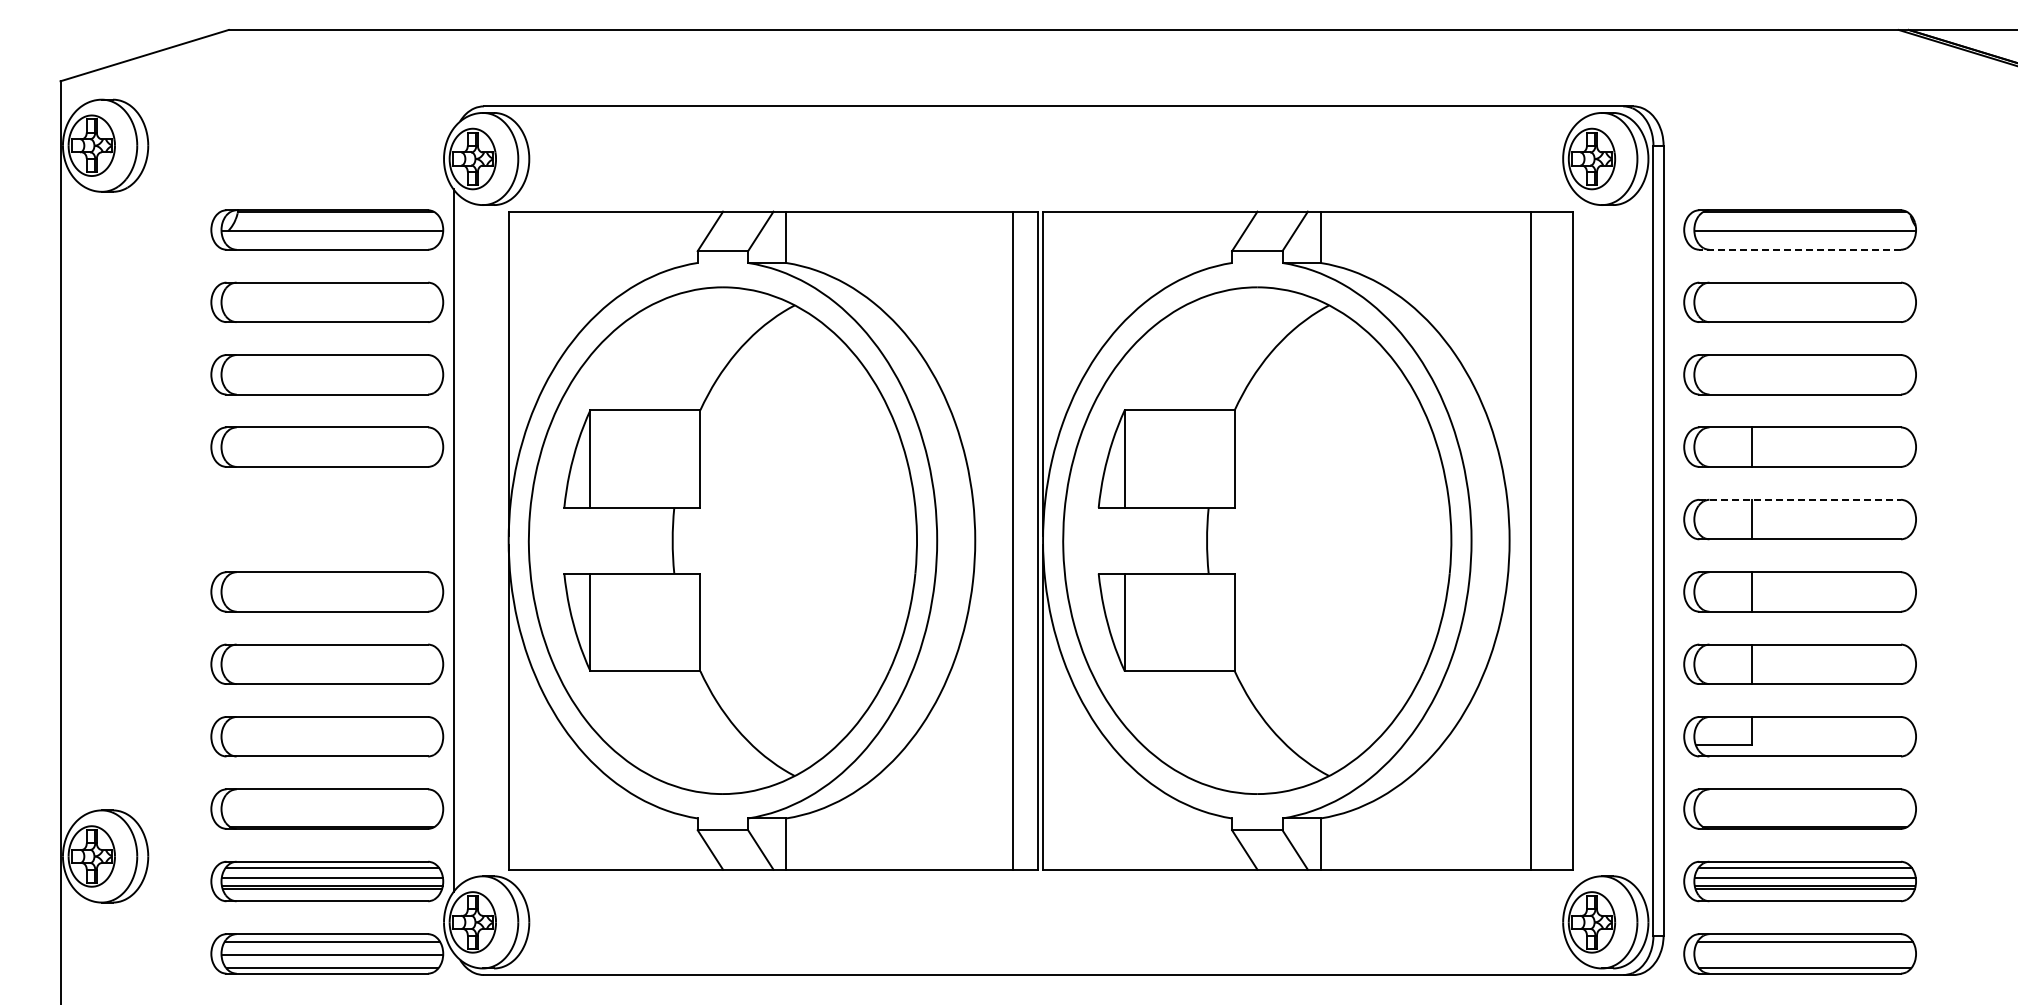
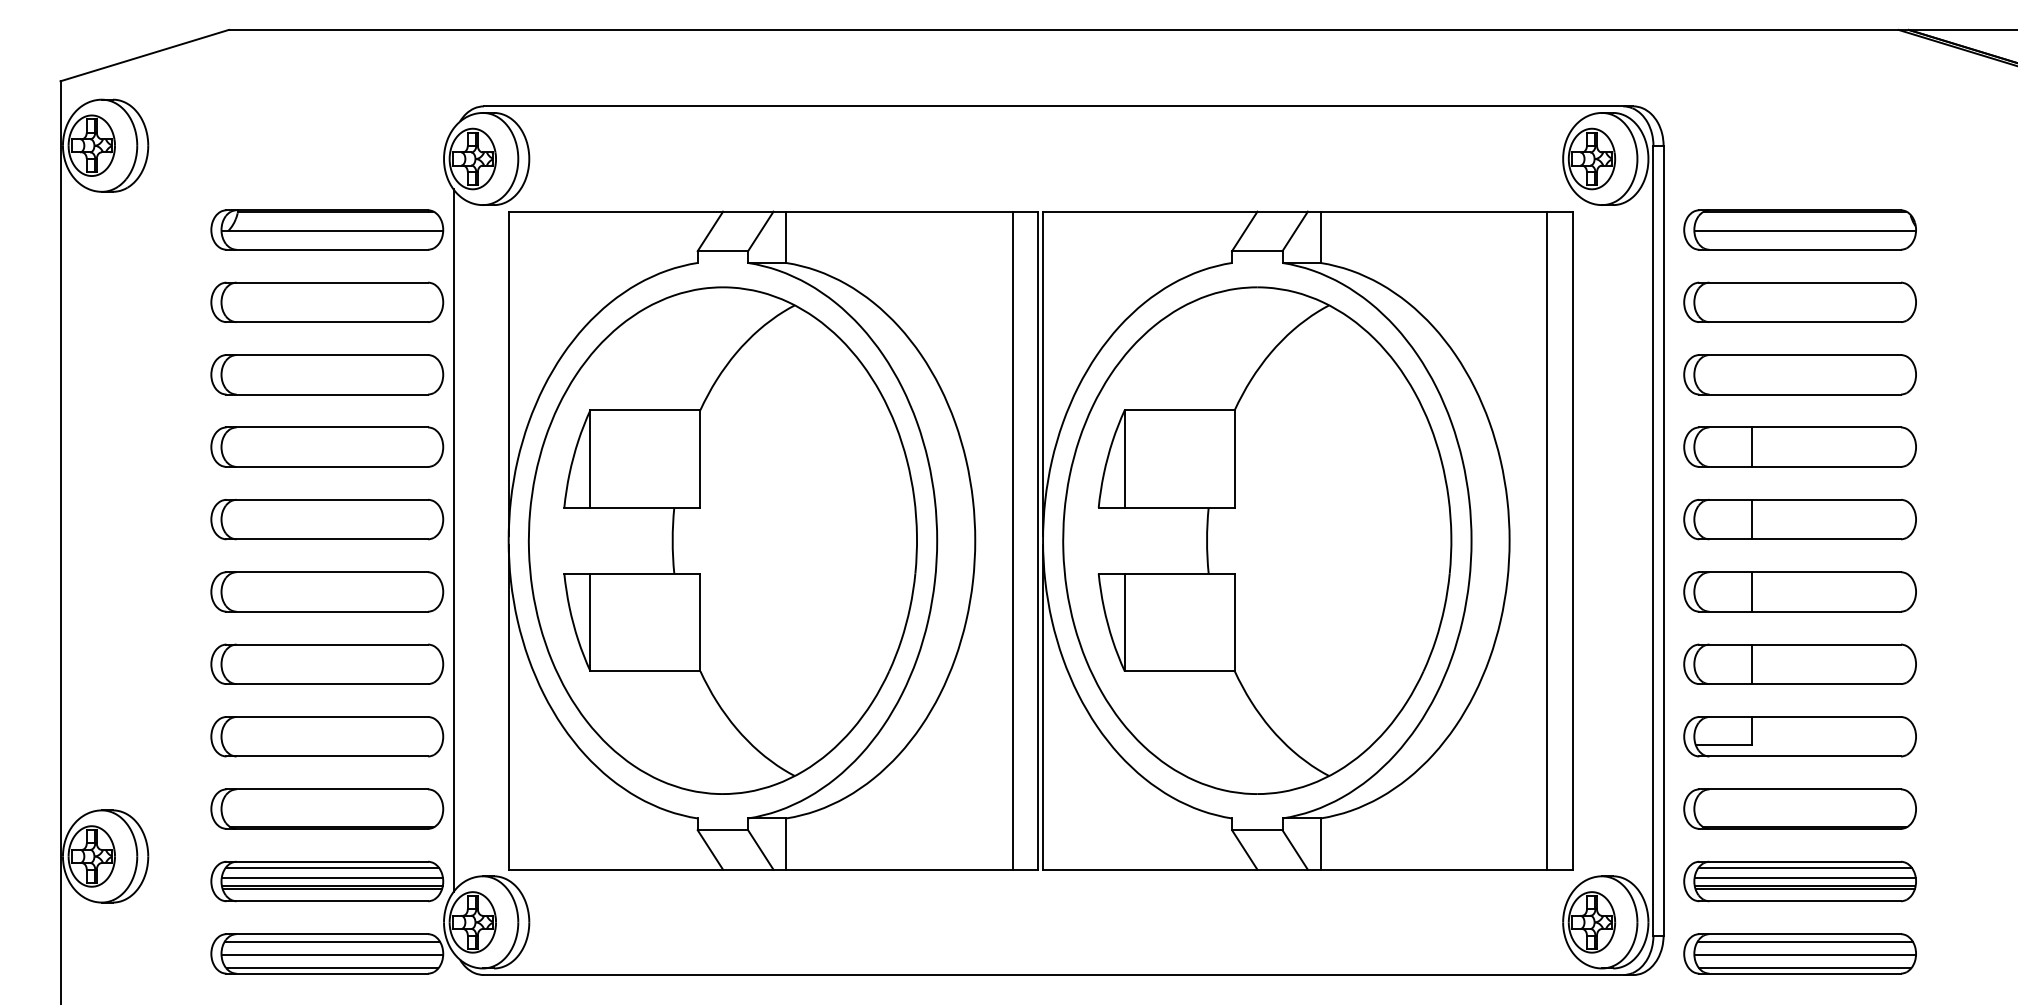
line at (1800, 249): dashed -> solid
line at (1800, 499): dashed -> solid
part at (327, 519): none -> present
line at (1531, 540) position: (1531, 540) -> (1547, 540)
line at (1804, 955): none -> present
